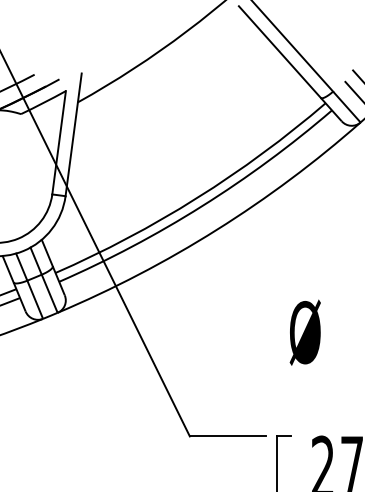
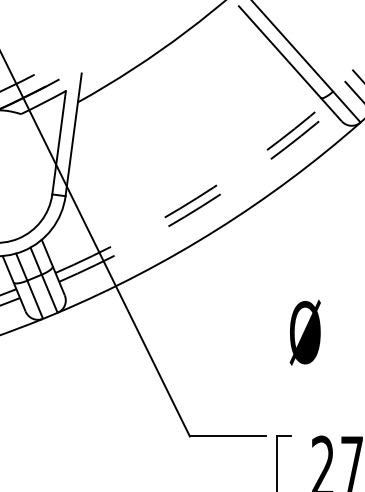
arc at (196, 198): solid -> dashed
arc at (202, 206): solid -> dashed
